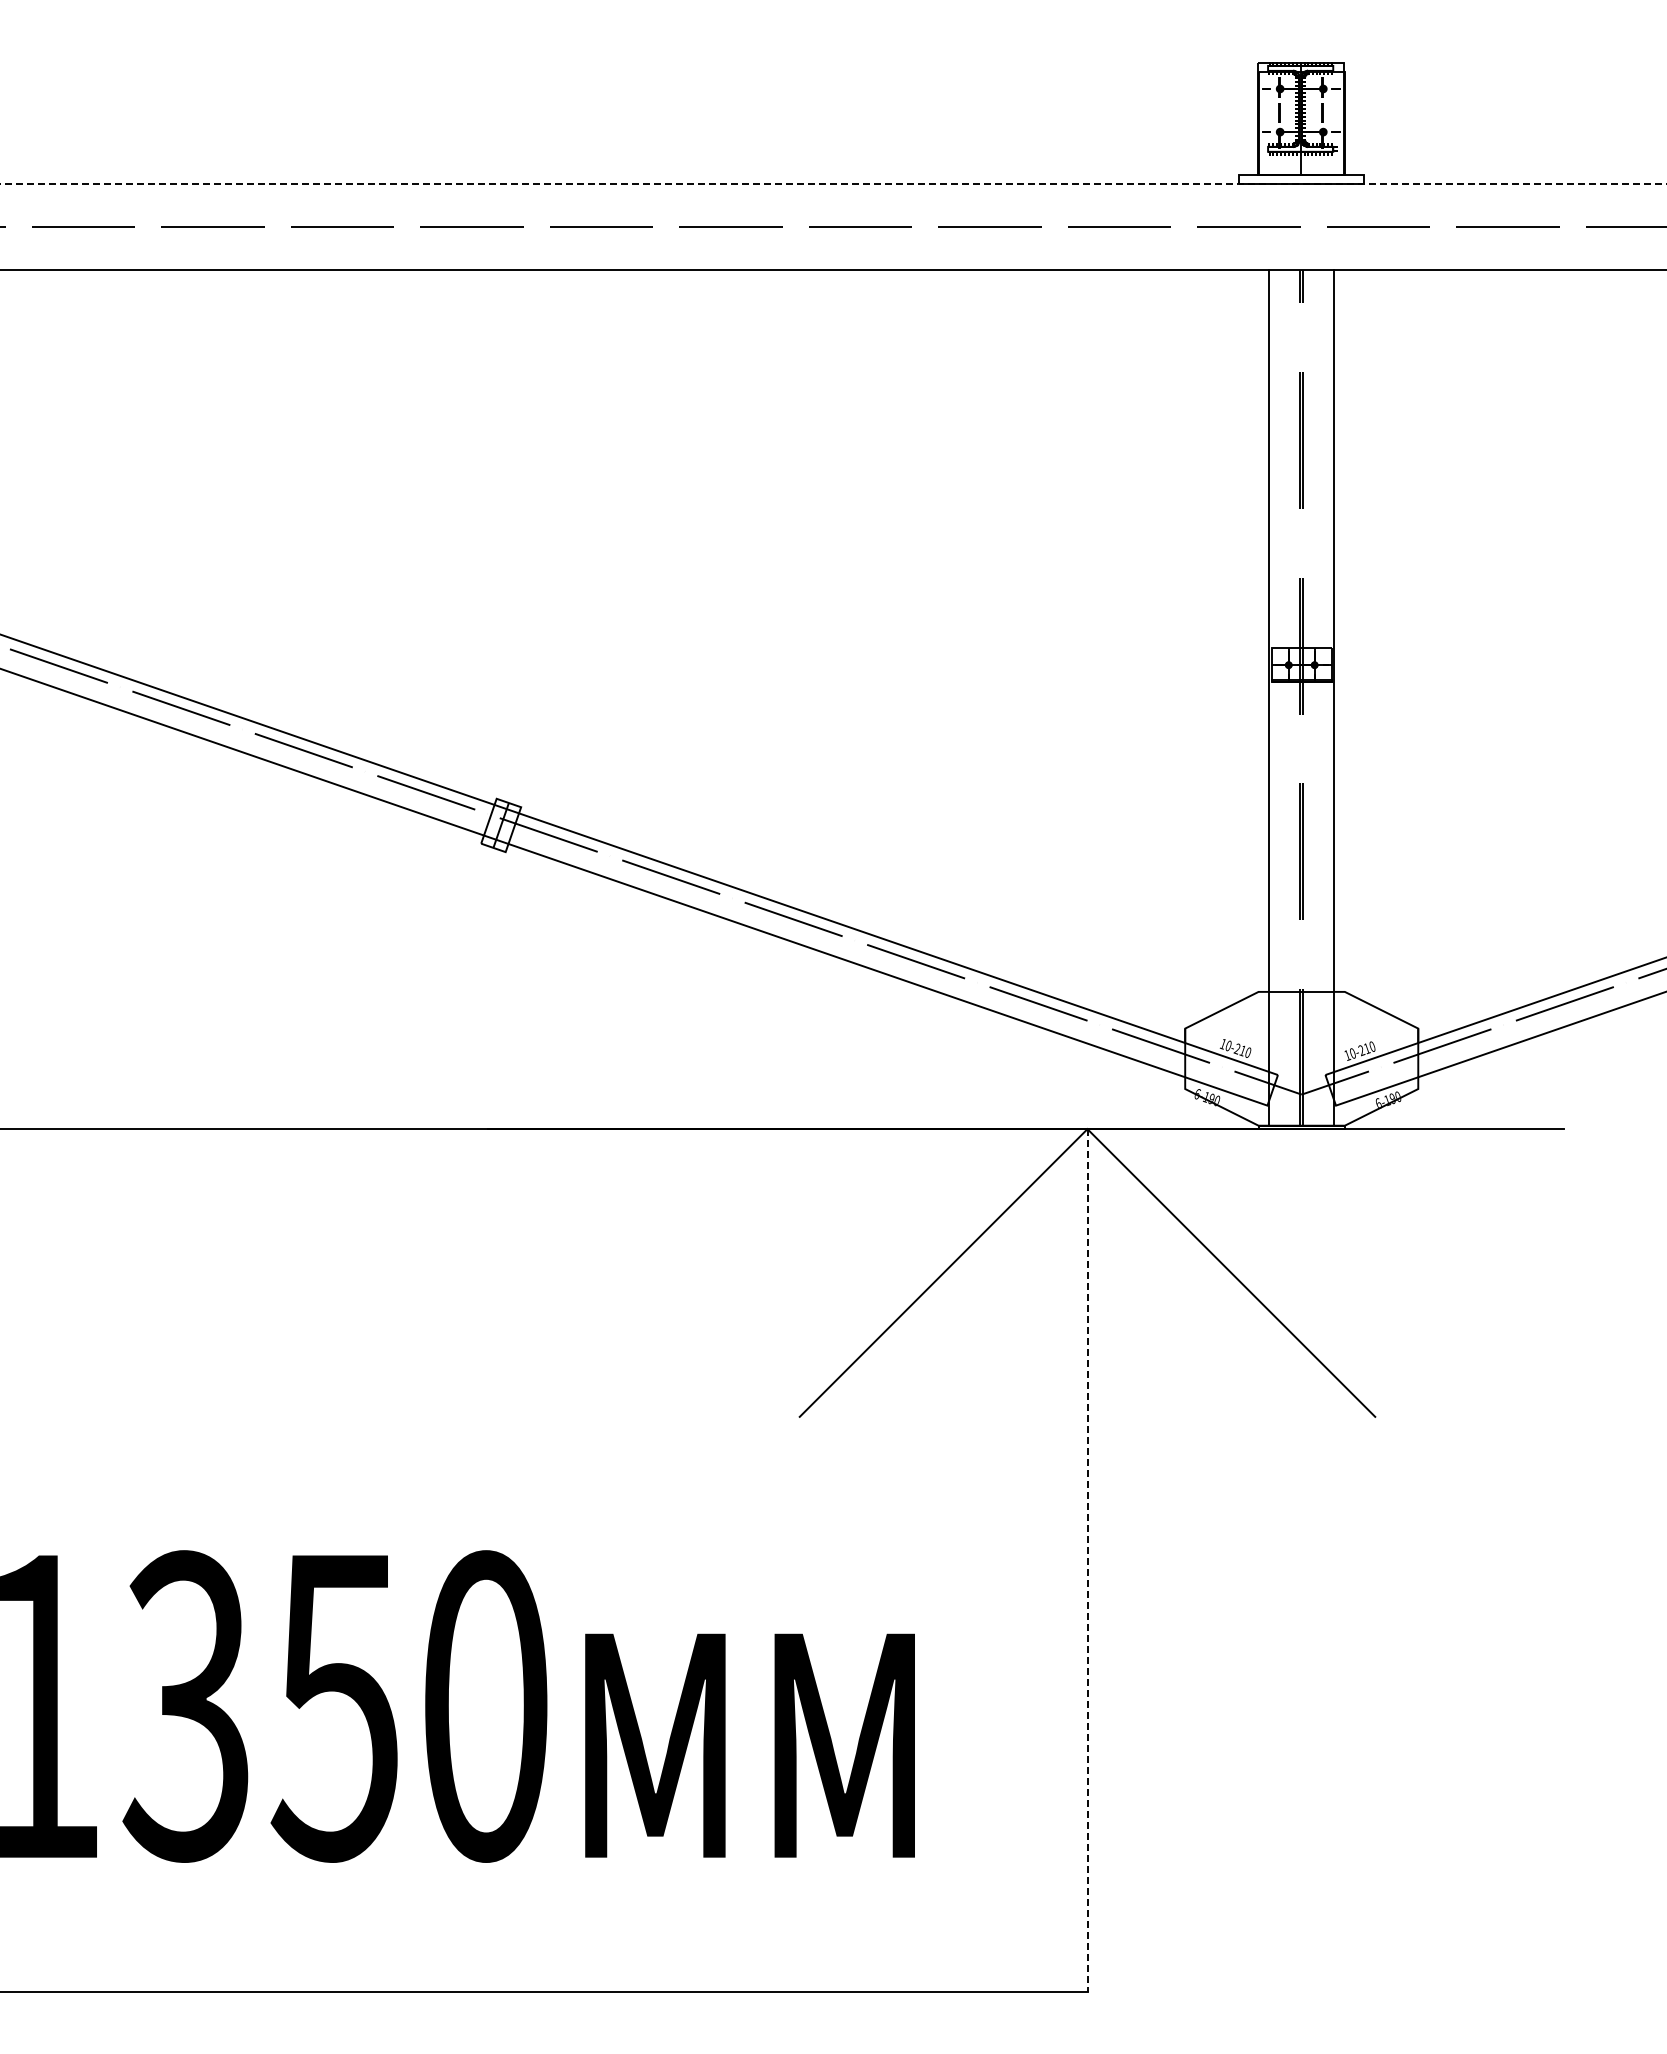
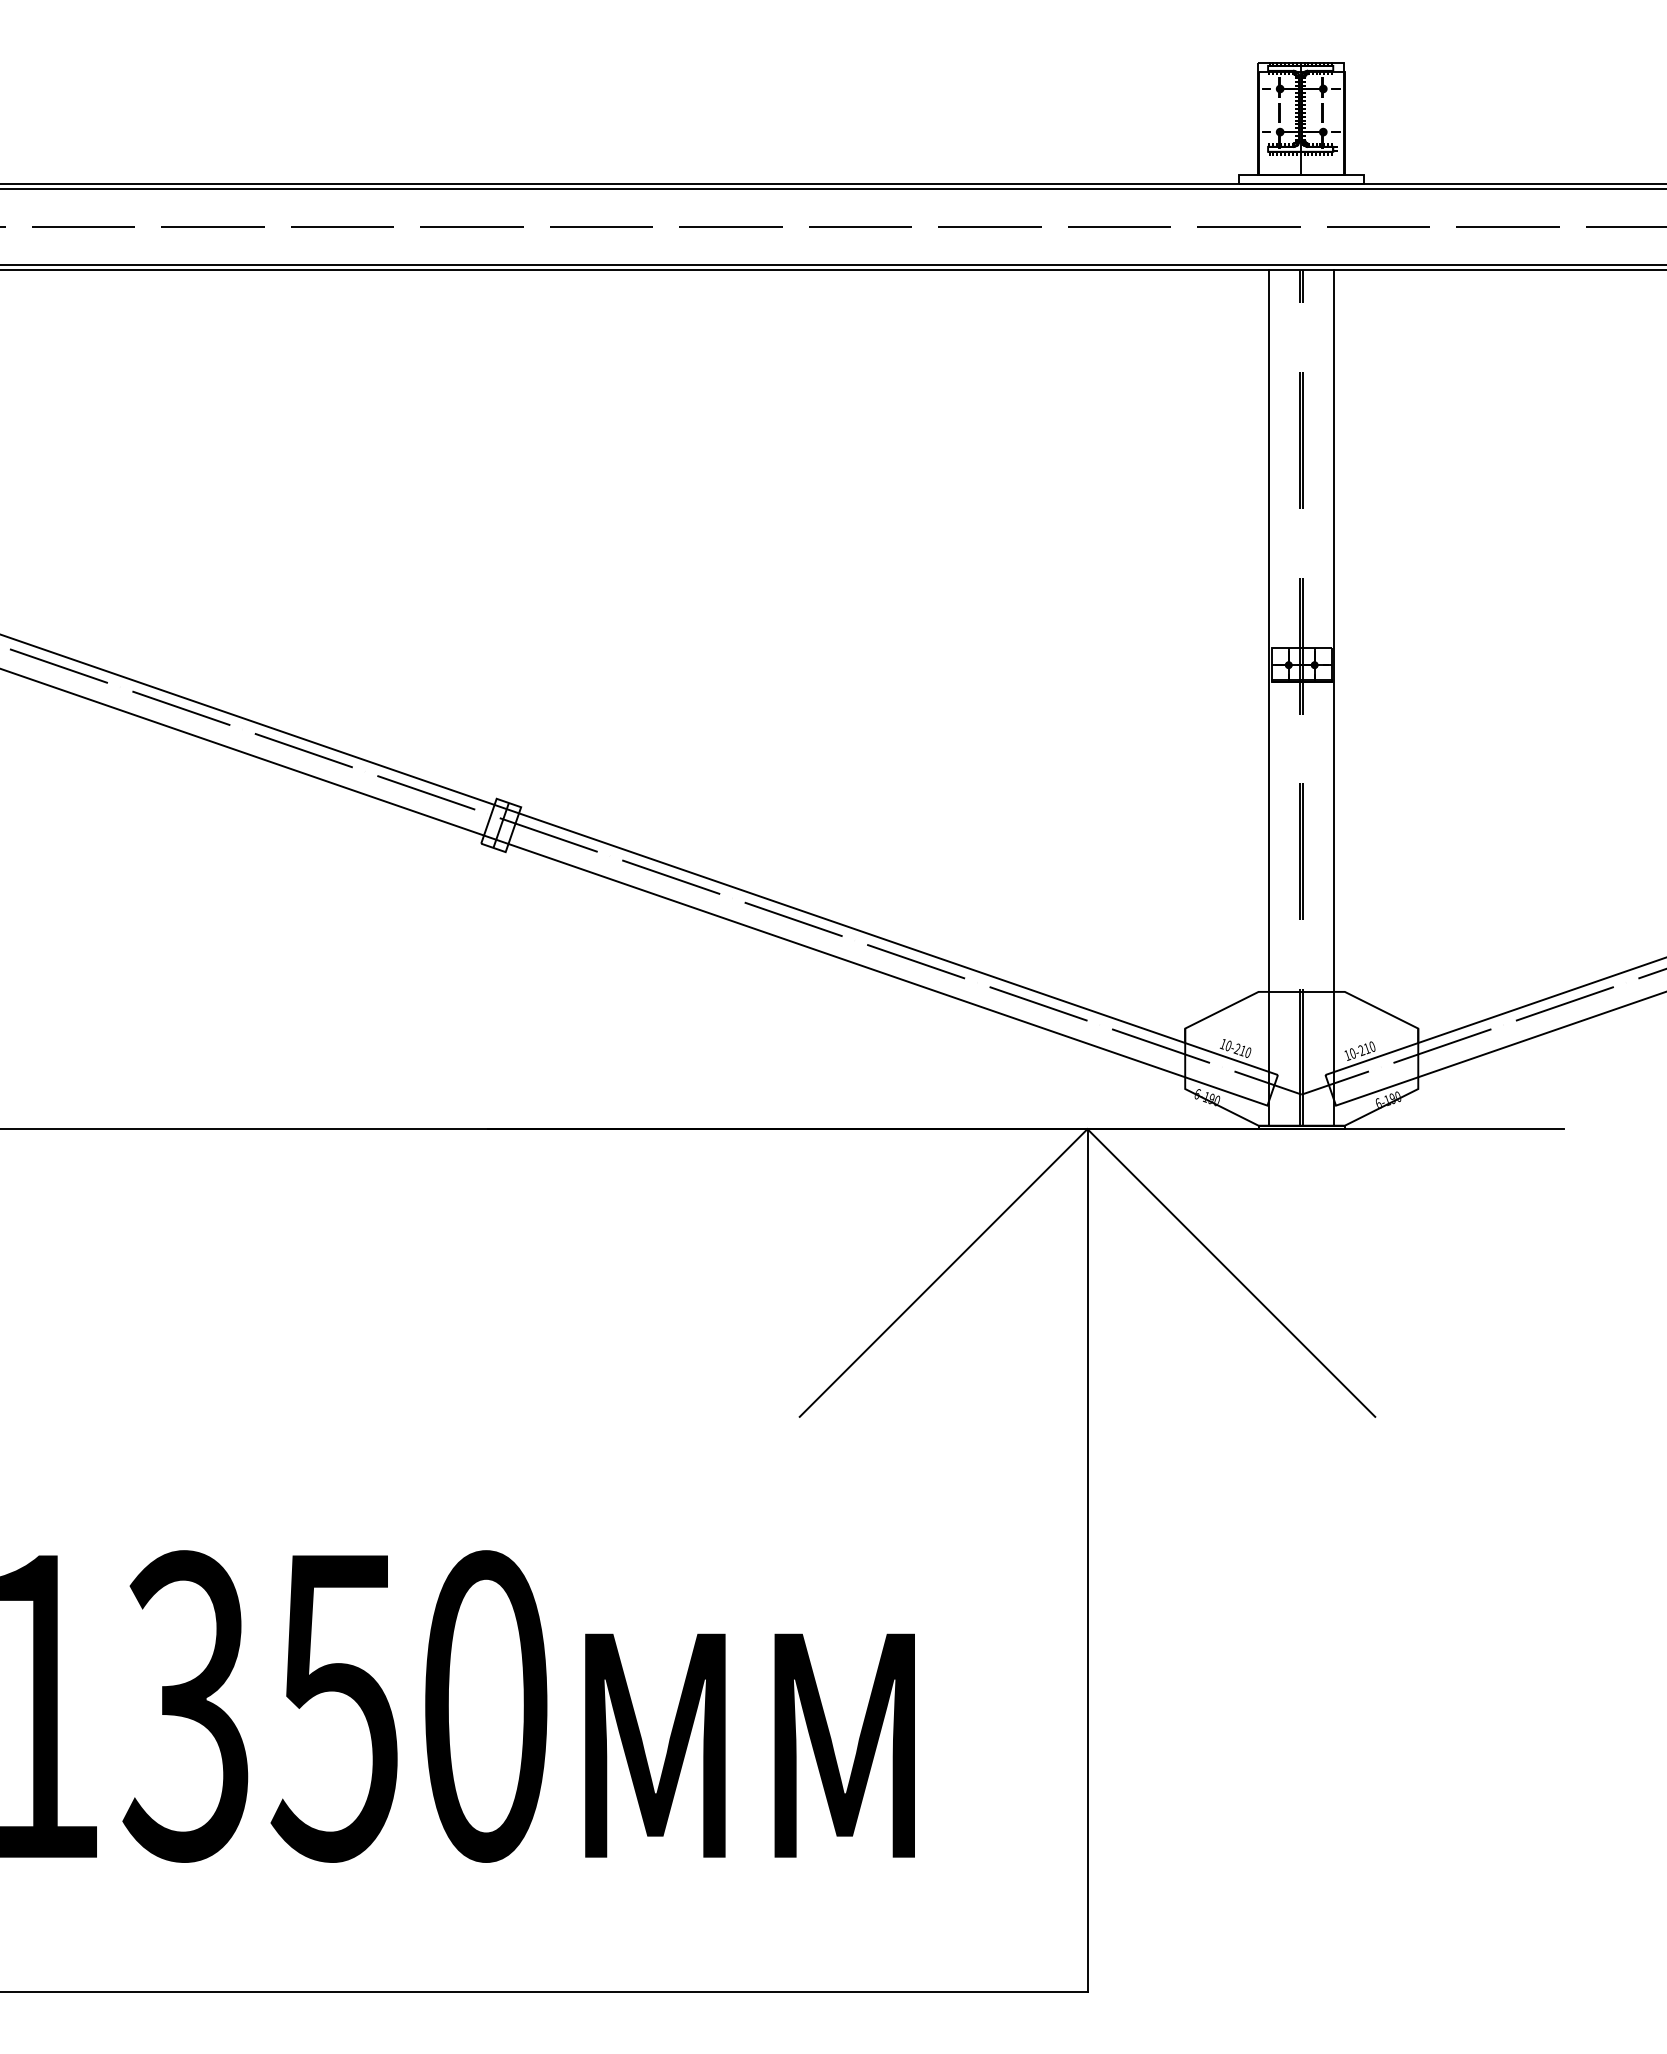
line at (833, 183): dashed -> solid
line at (832, 189): none -> present
line at (832, 265): none -> present
line at (1087, 1560): dashed -> solid
